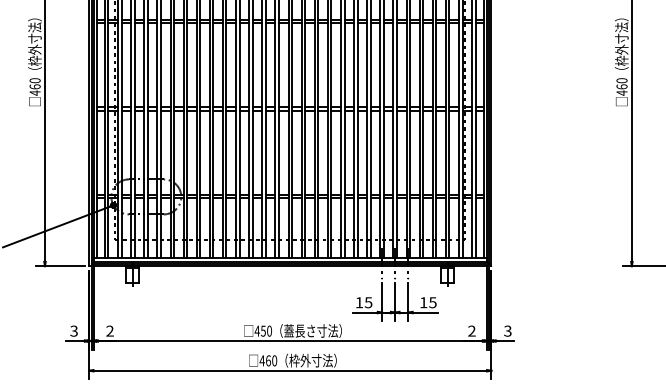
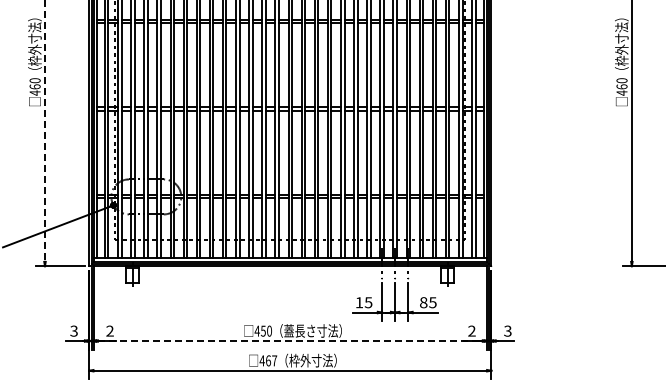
line at (45, 131): solid -> dashed
text at (423, 302): 15 -> 85
line at (290, 341): solid -> dashed
text at (274, 360): 460 -> 467
